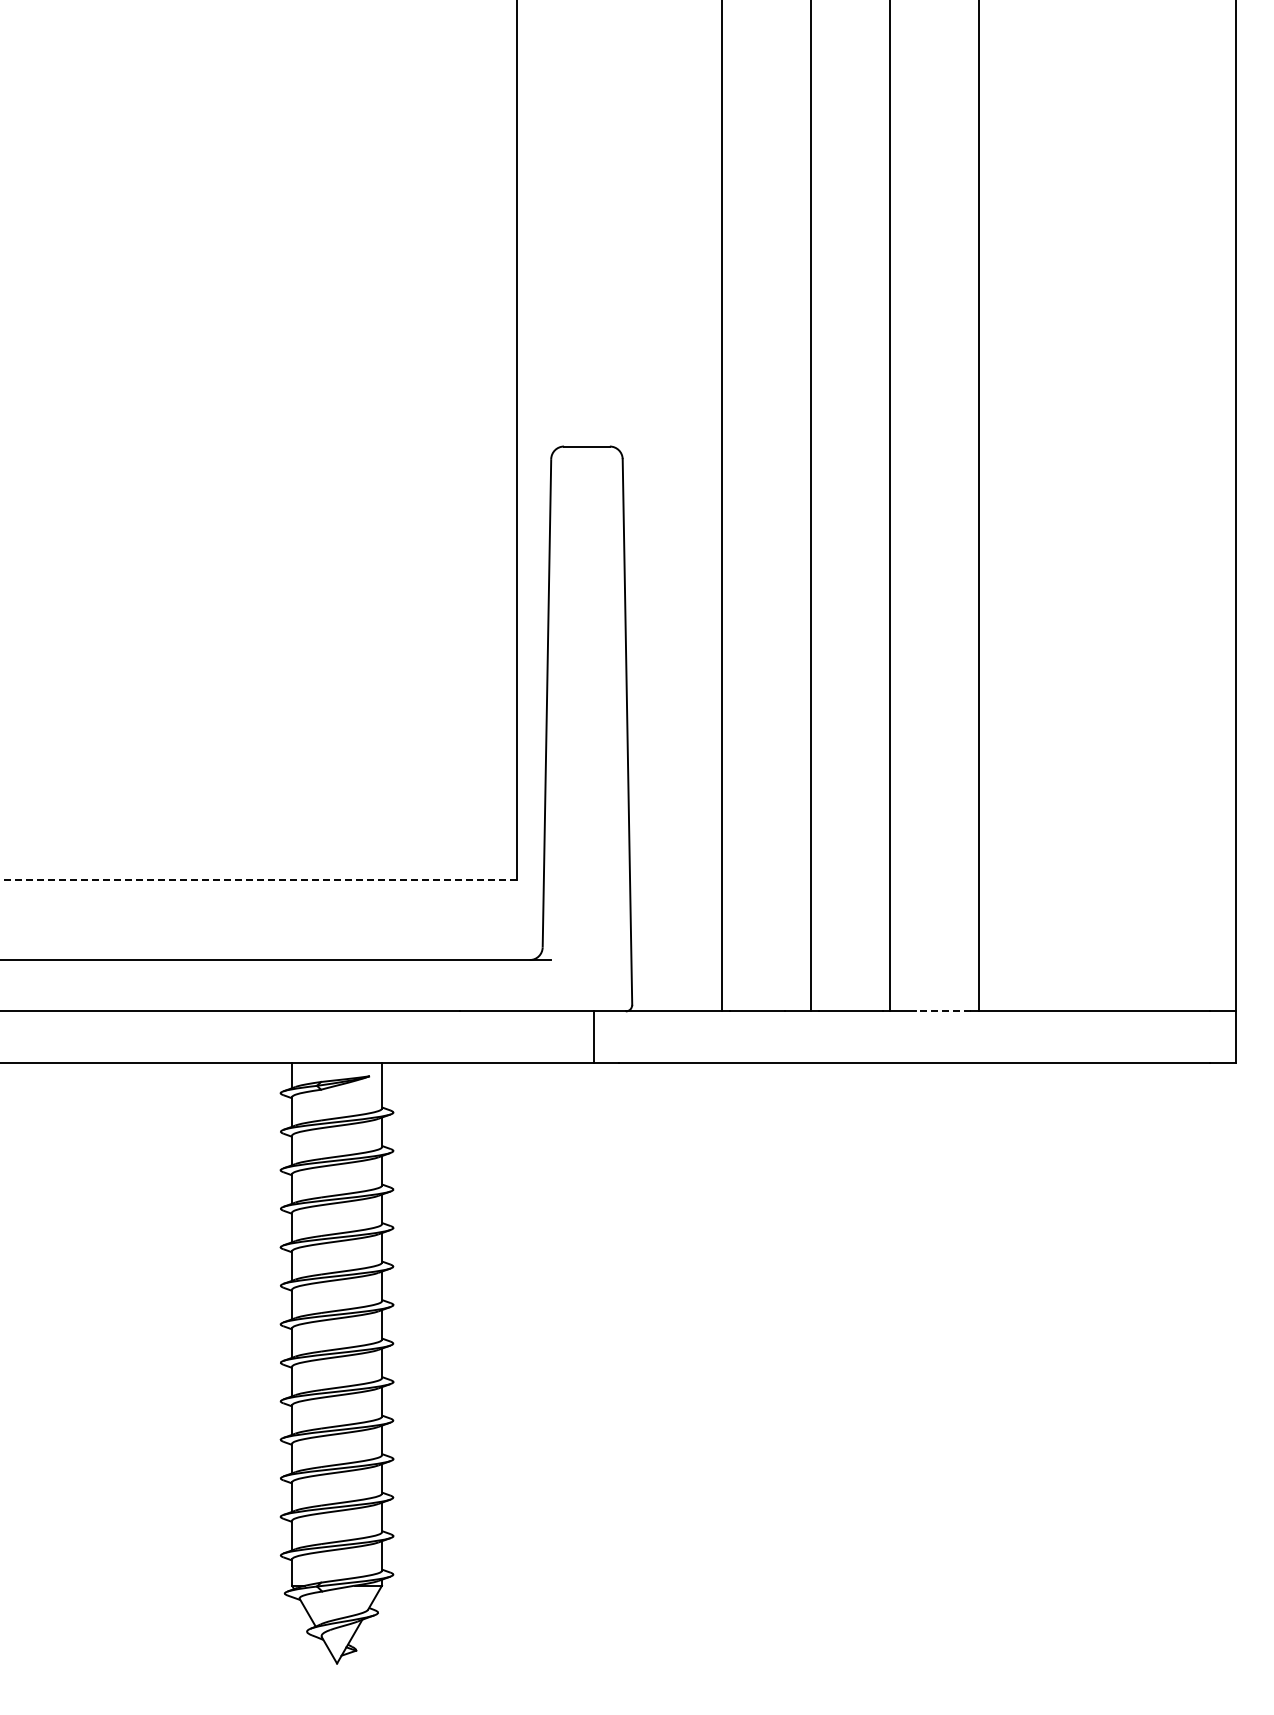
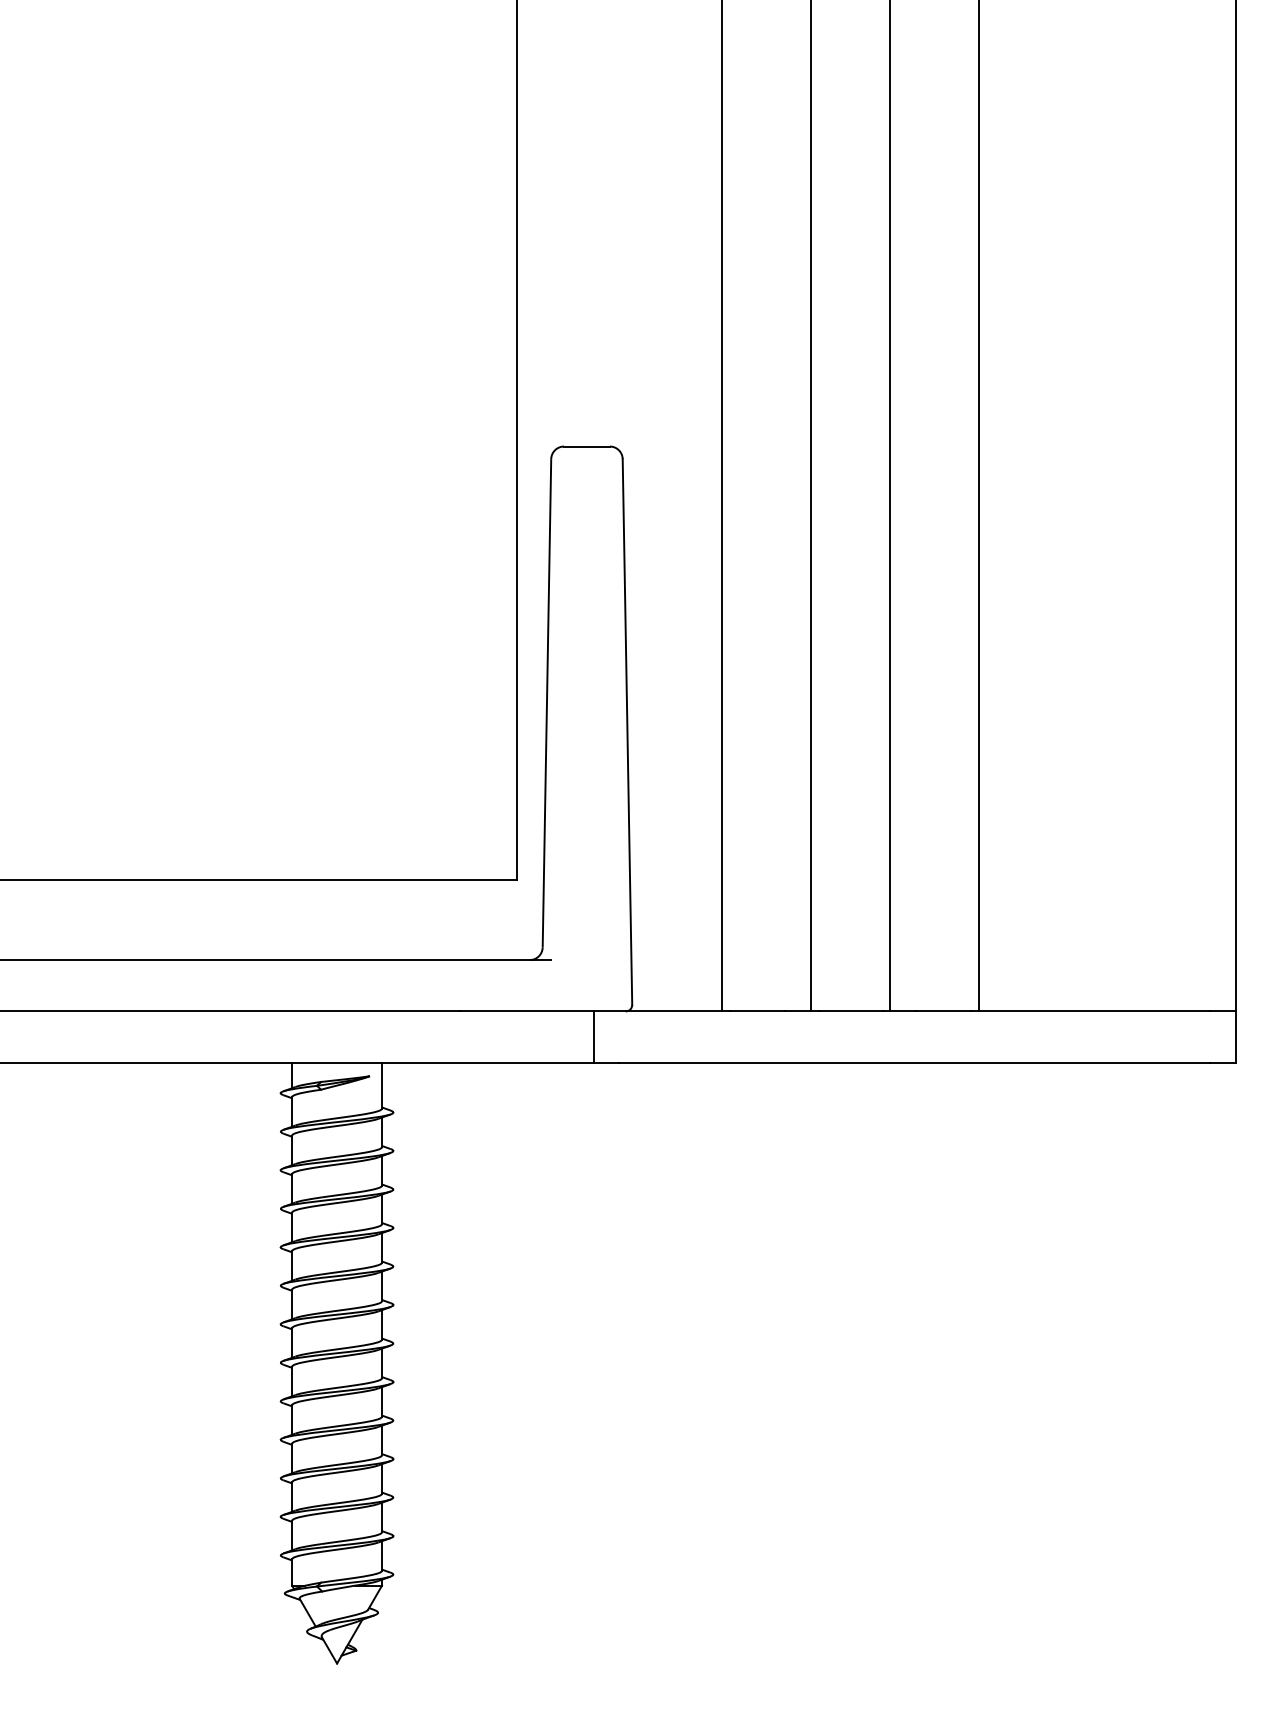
line at (258, 880): dashed -> solid
line at (943, 1011): dashed -> solid
